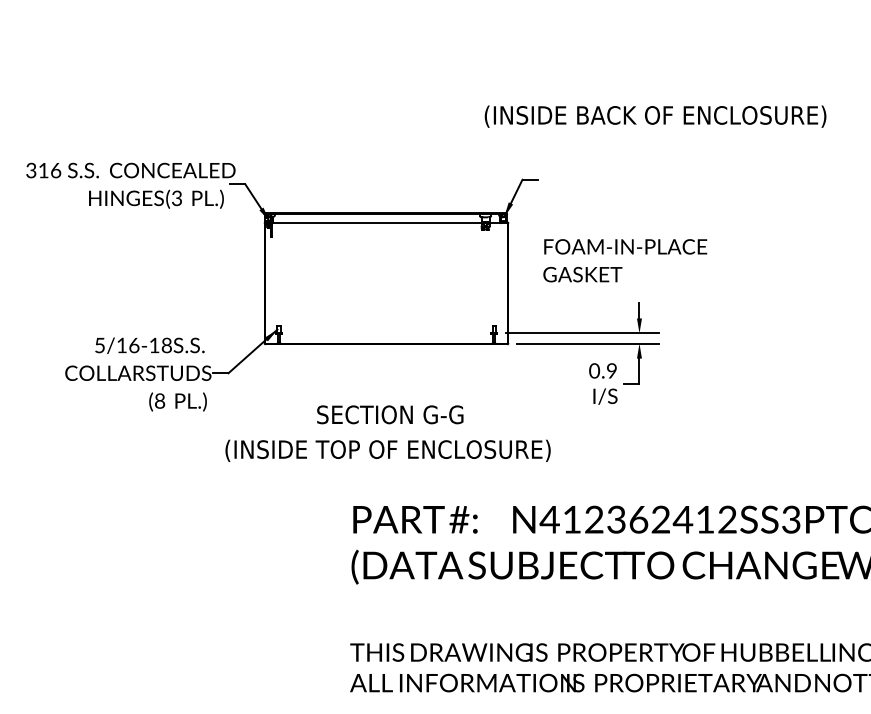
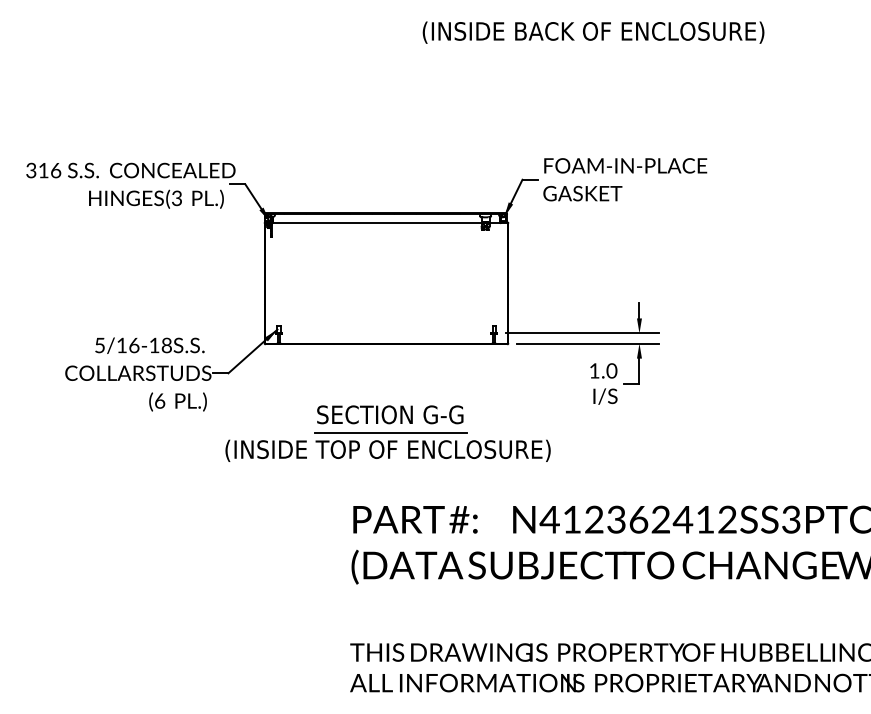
text at (655, 116) position: (655, 116) -> (593, 32)
text at (625, 260) position: (625, 260) -> (625, 179)
text at (603, 370): 0.9 -> 1.0
text at (160, 400): (8 -> (6
line at (390, 432): none -> present
